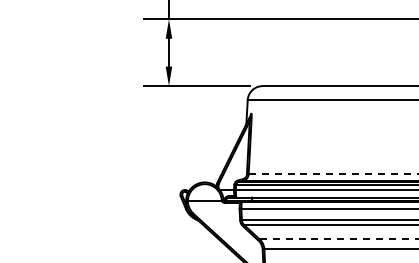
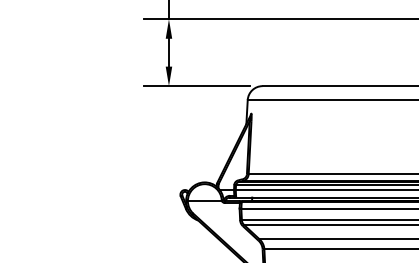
line at (333, 174): dashed -> solid
line at (339, 239): dashed -> solid
